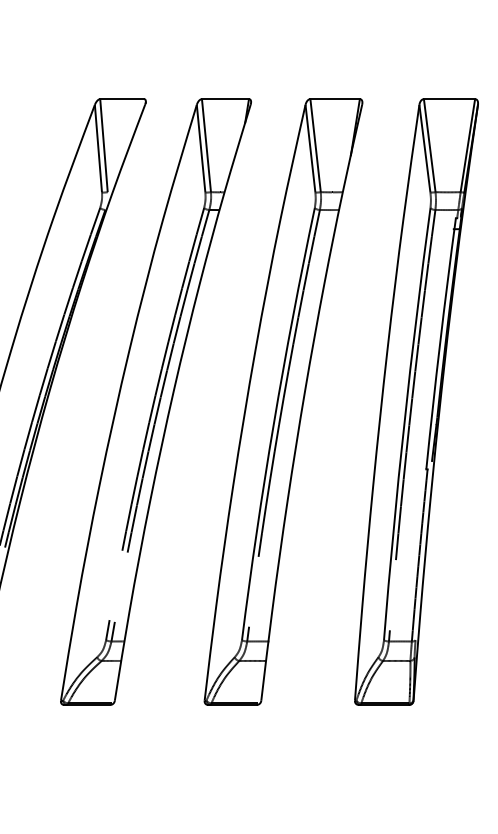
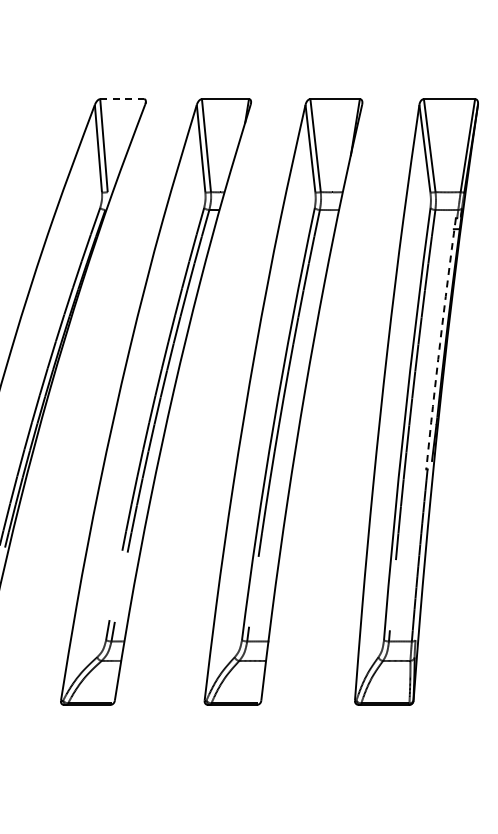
line at (122, 99): solid -> dashed
arc at (440, 343): solid -> dashed
